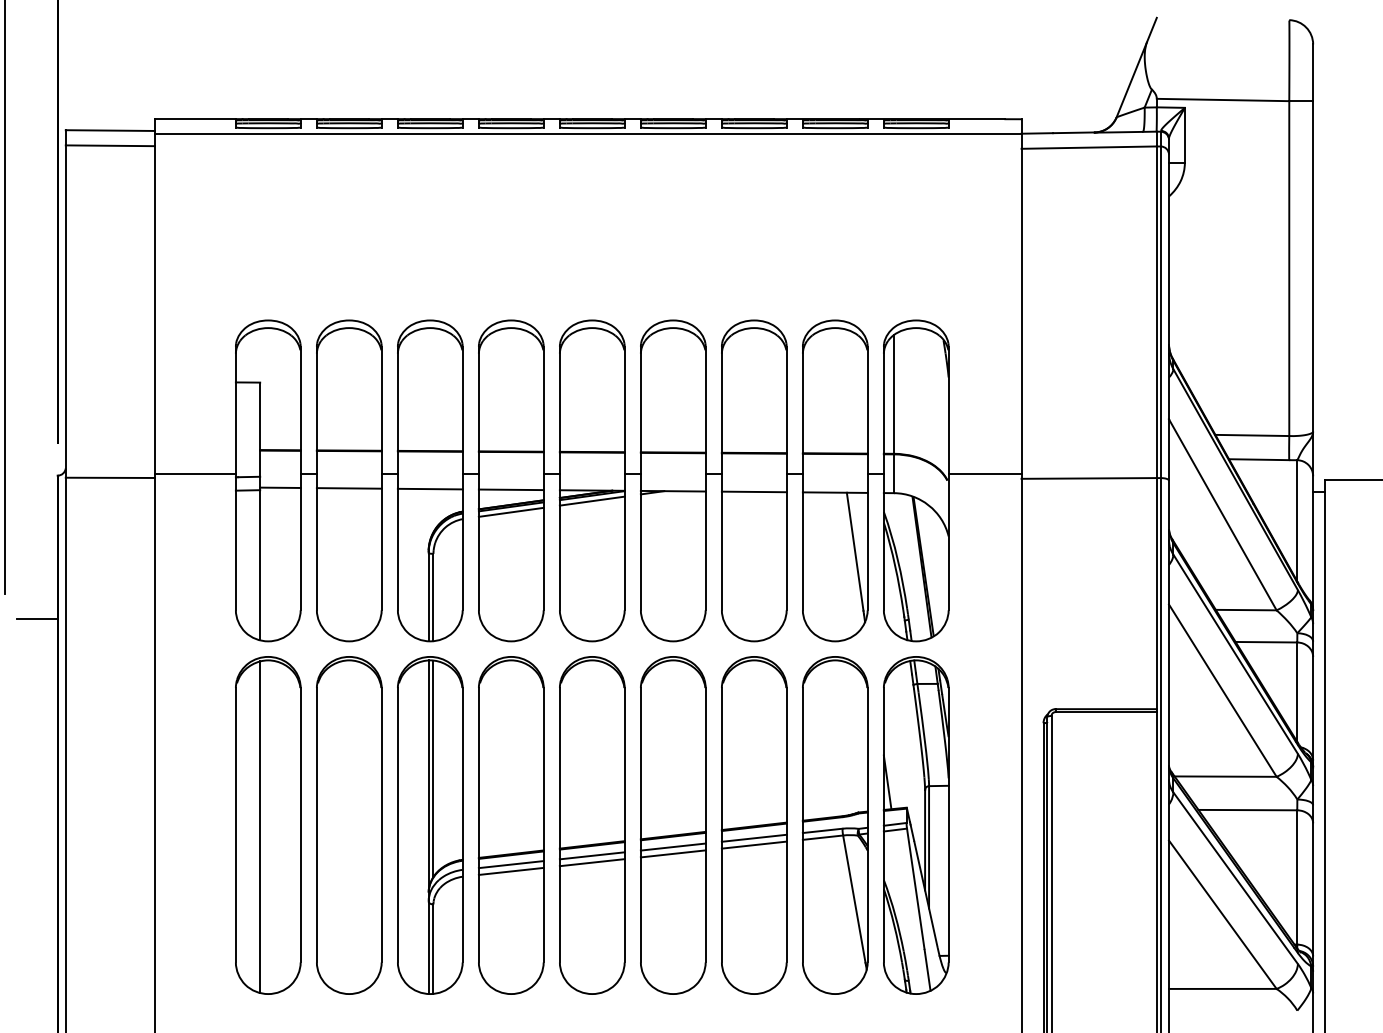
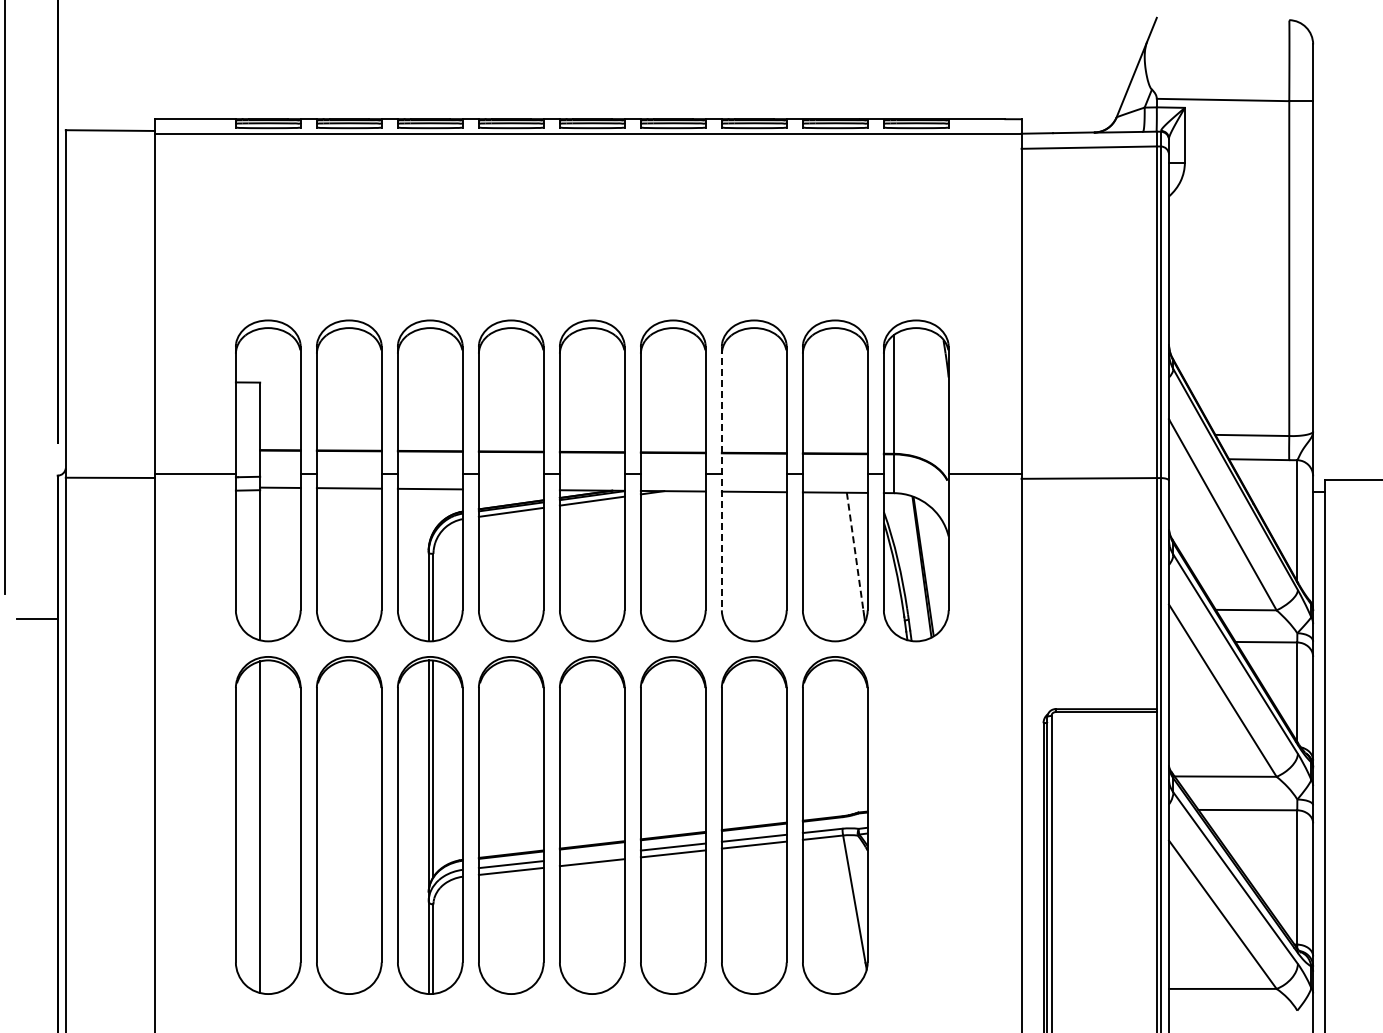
line at (109, 145): present -> none
line at (721, 478): solid -> dashed
line at (510, 489): present -> none
line at (855, 551): solid -> dashed
part at (915, 825): present -> none
line at (591, 855): present -> none
